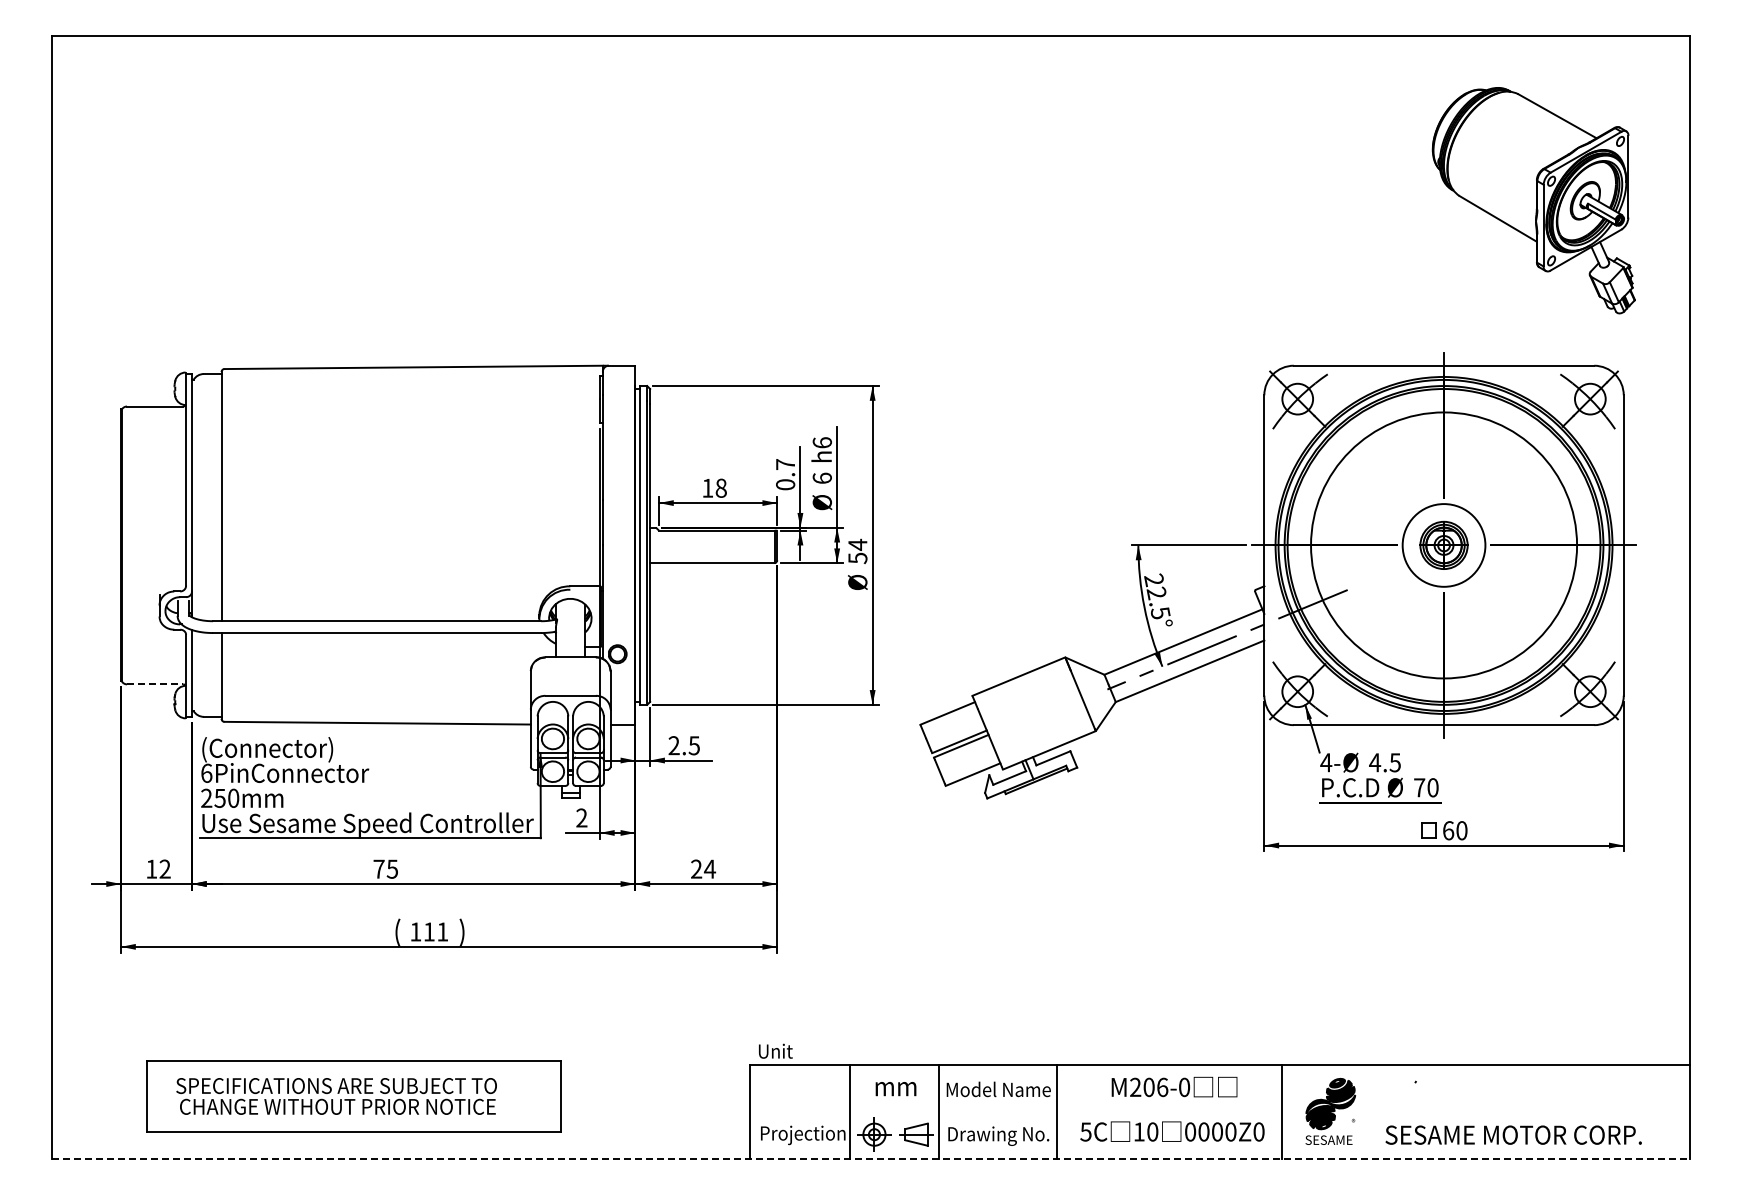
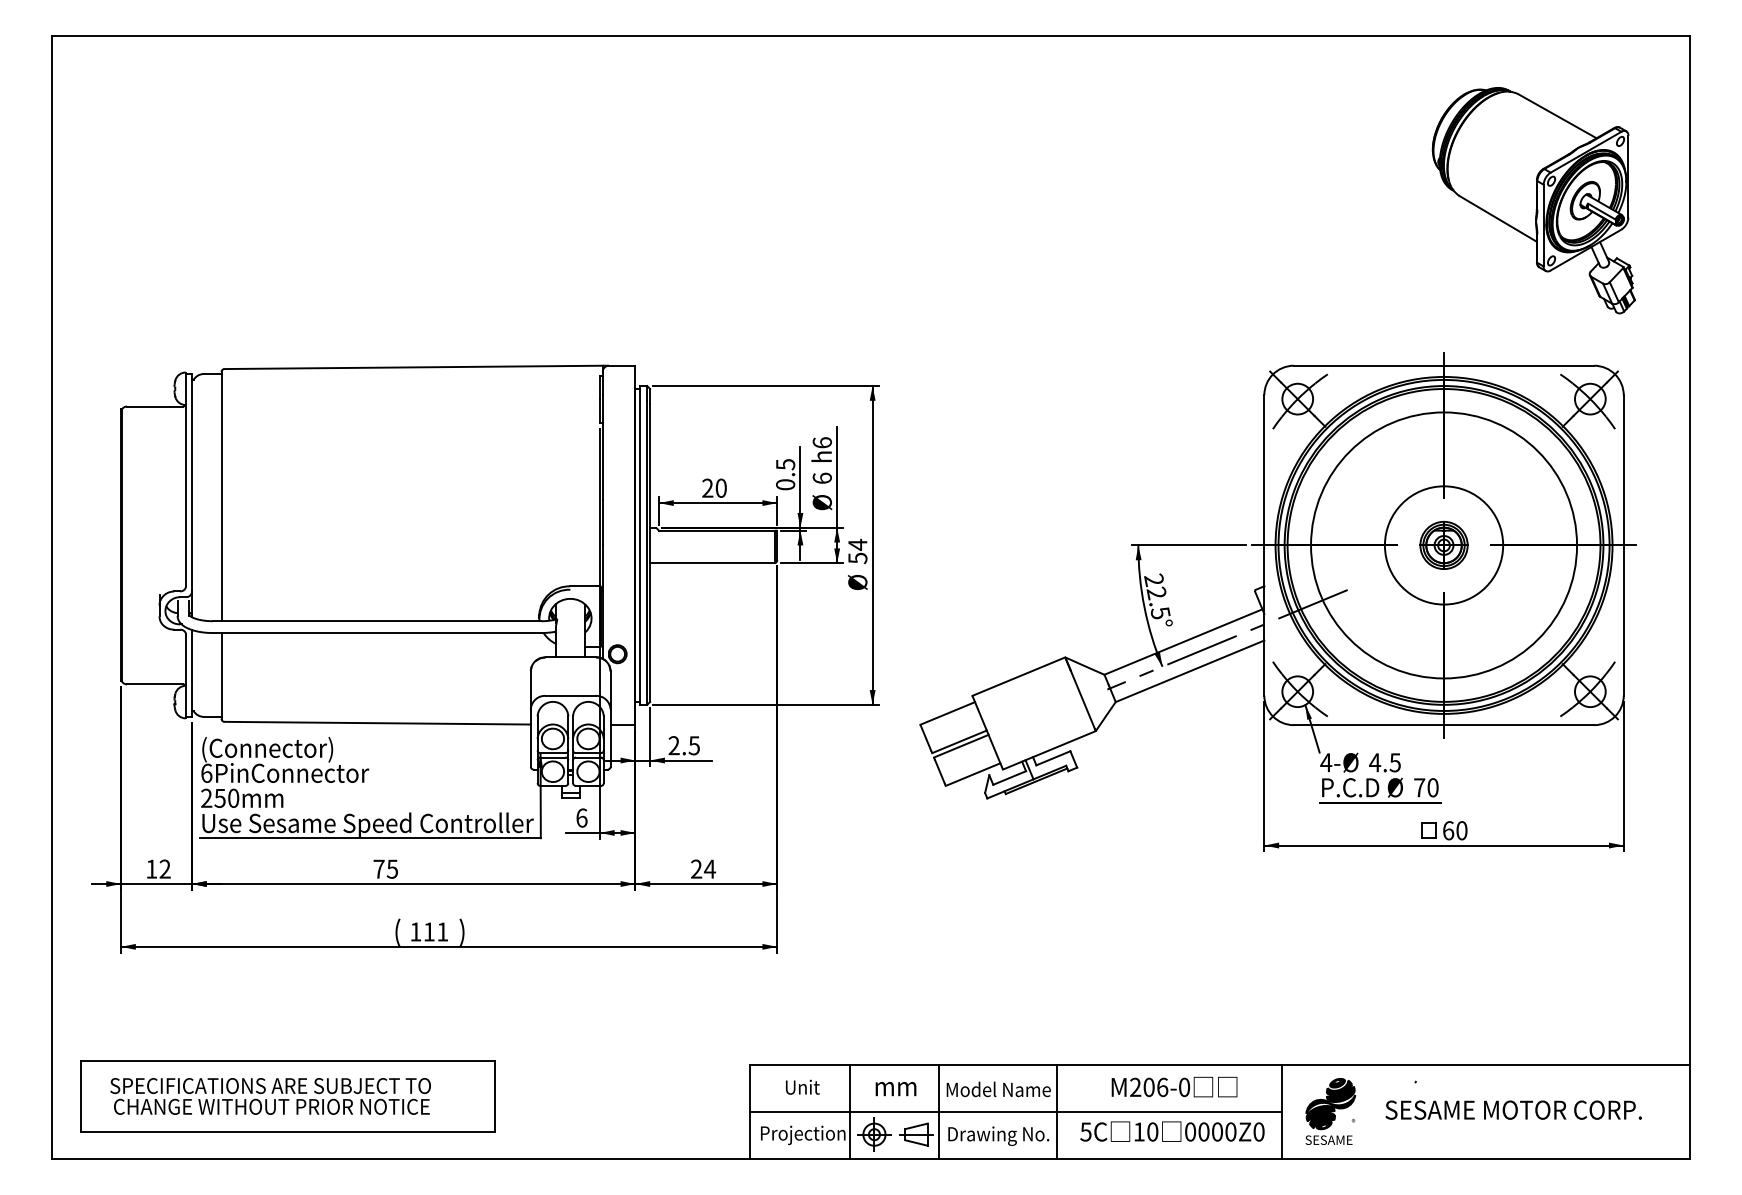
text at (785, 464): 0.7 -> 0.5
text at (714, 487): 18 -> 20
circle at (1443, 545) diameter: 83 px -> 118 px
line at (155, 684): dashed -> solid
text at (581, 817): 2 -> 6
text at (775, 1050) position: (775, 1050) -> (802, 1086)
part at (353, 1096) position: (353, 1096) -> (287, 1096)
line at (1015, 1111): none -> present
text at (1513, 1134) position: (1513, 1134) -> (1513, 1109)
line at (871, 1159): dashed -> solid
